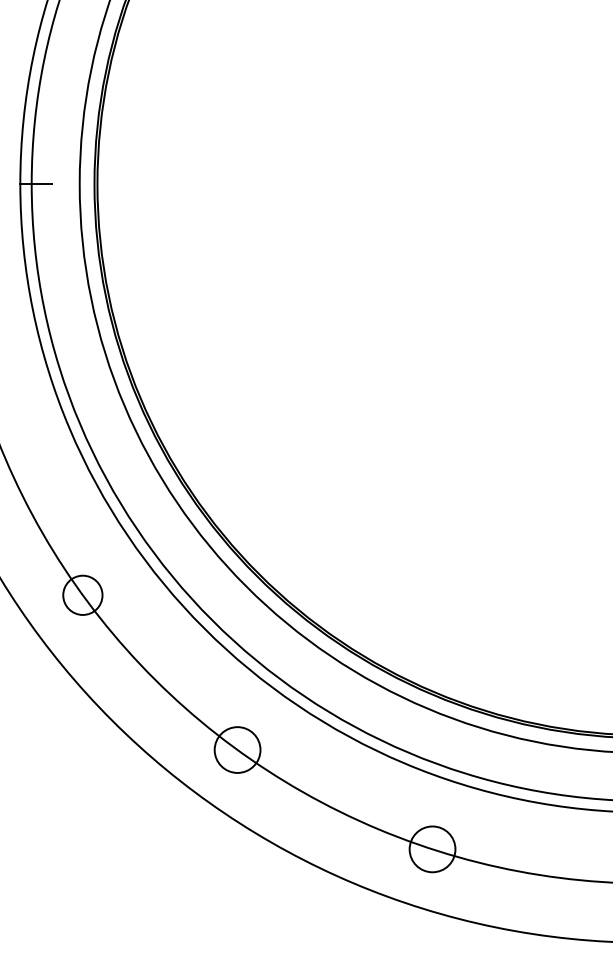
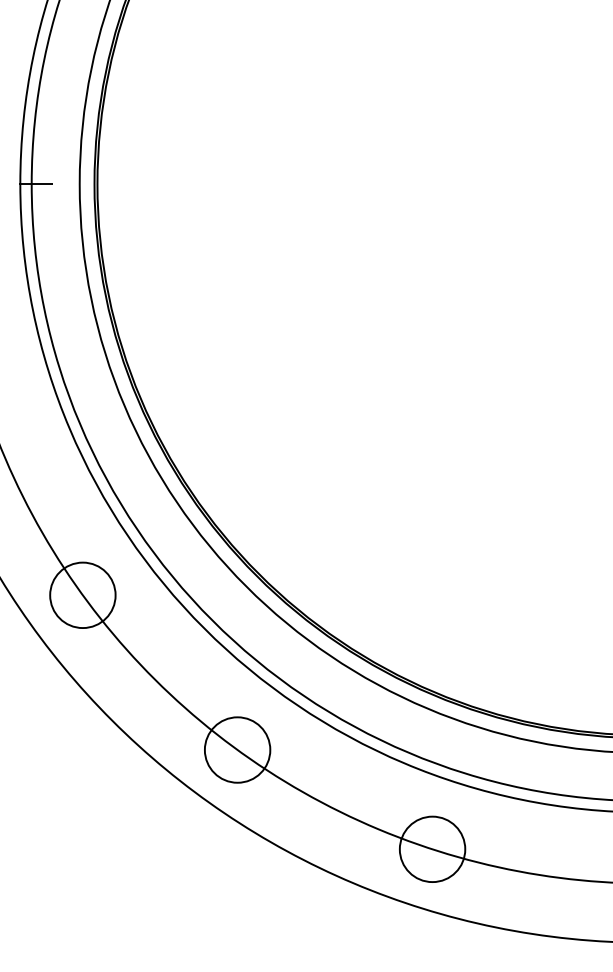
circle at (82, 594) diameter: 39 px -> 65 px
circle at (237, 749) diameter: 46 px -> 65 px
circle at (432, 849) diameter: 46 px -> 65 px
